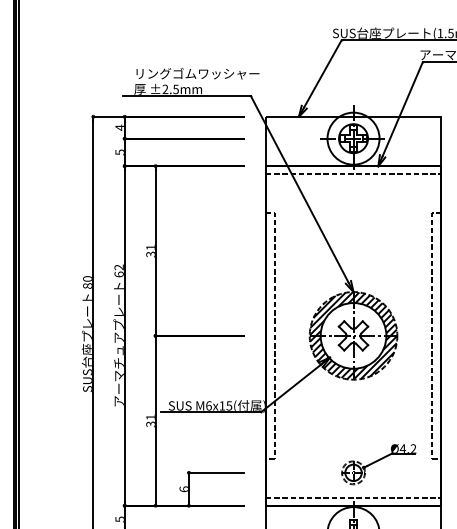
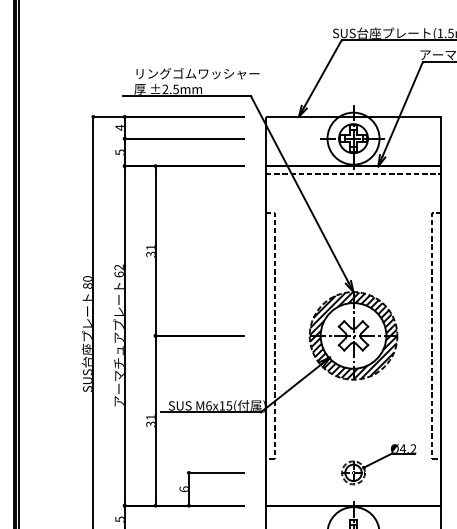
line at (353, 497): present -> none
